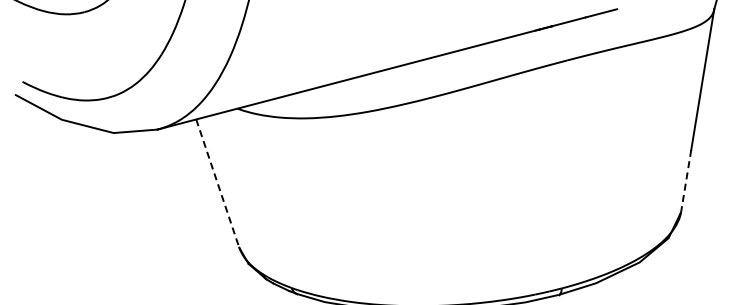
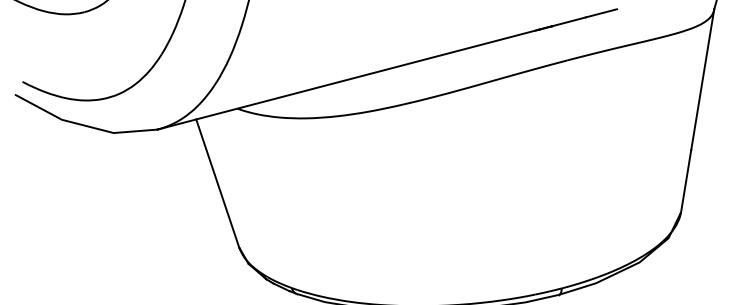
line at (686, 181): dashed -> solid
line at (217, 183): dashed -> solid
